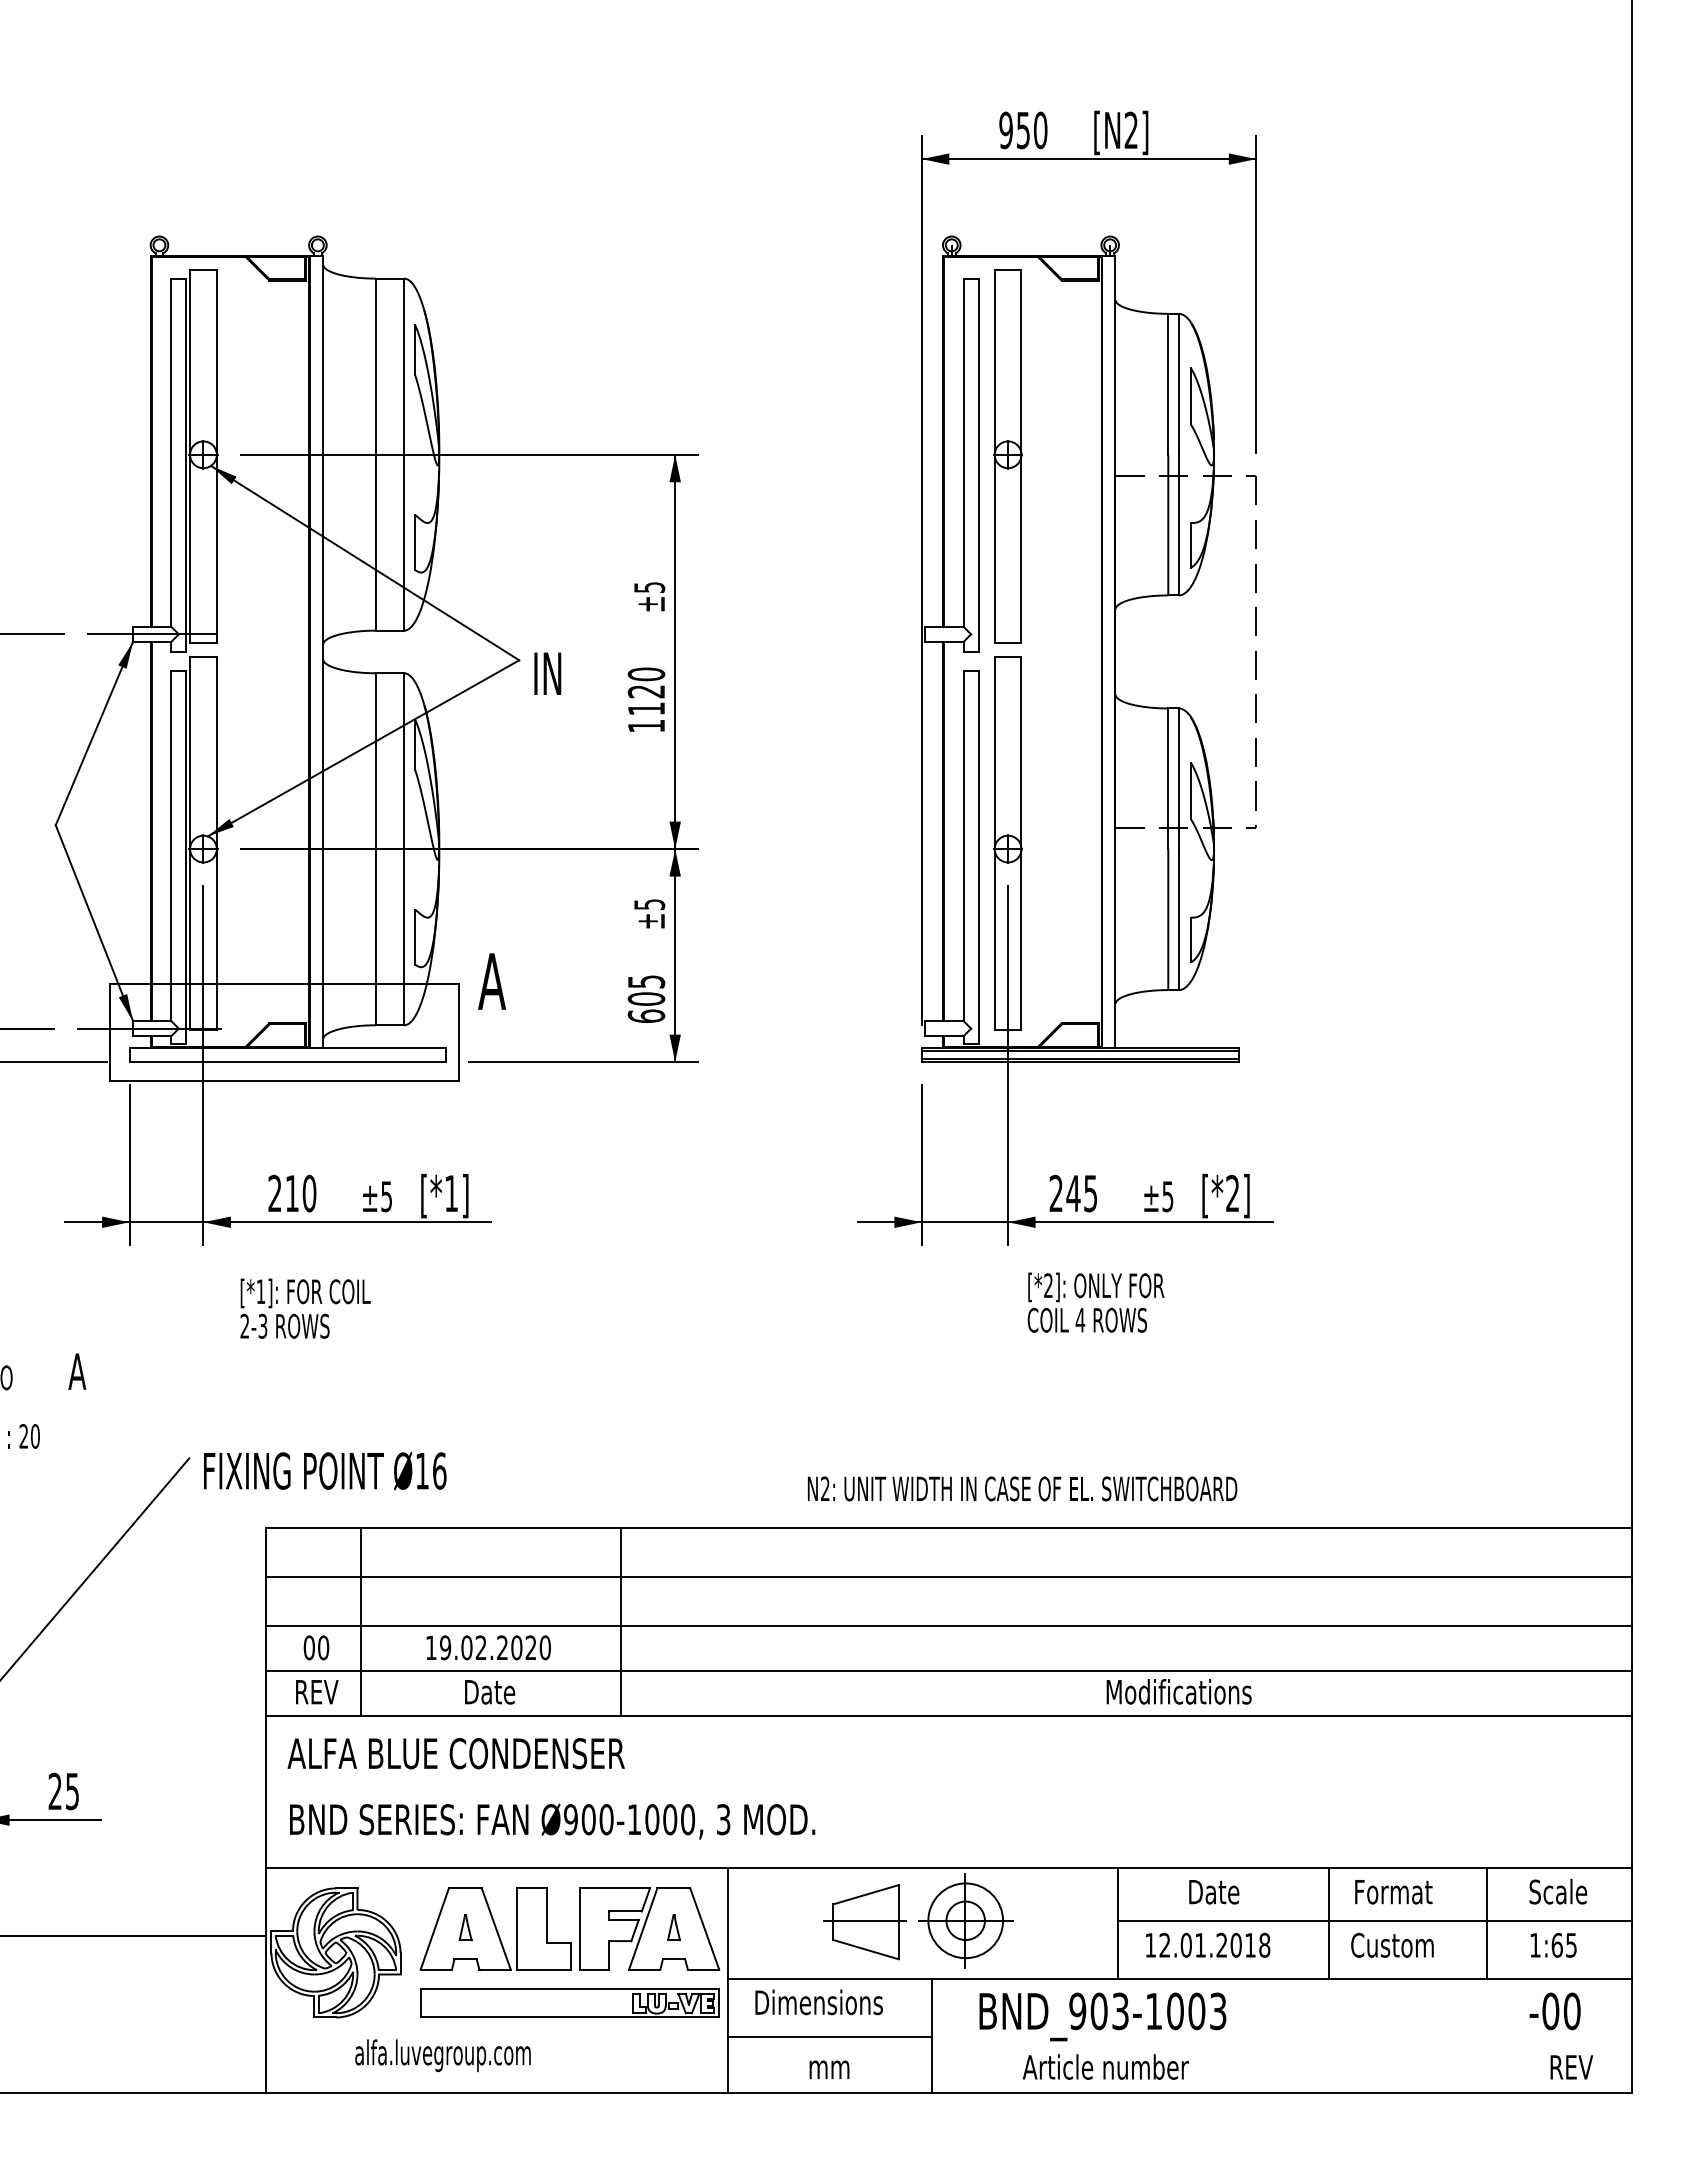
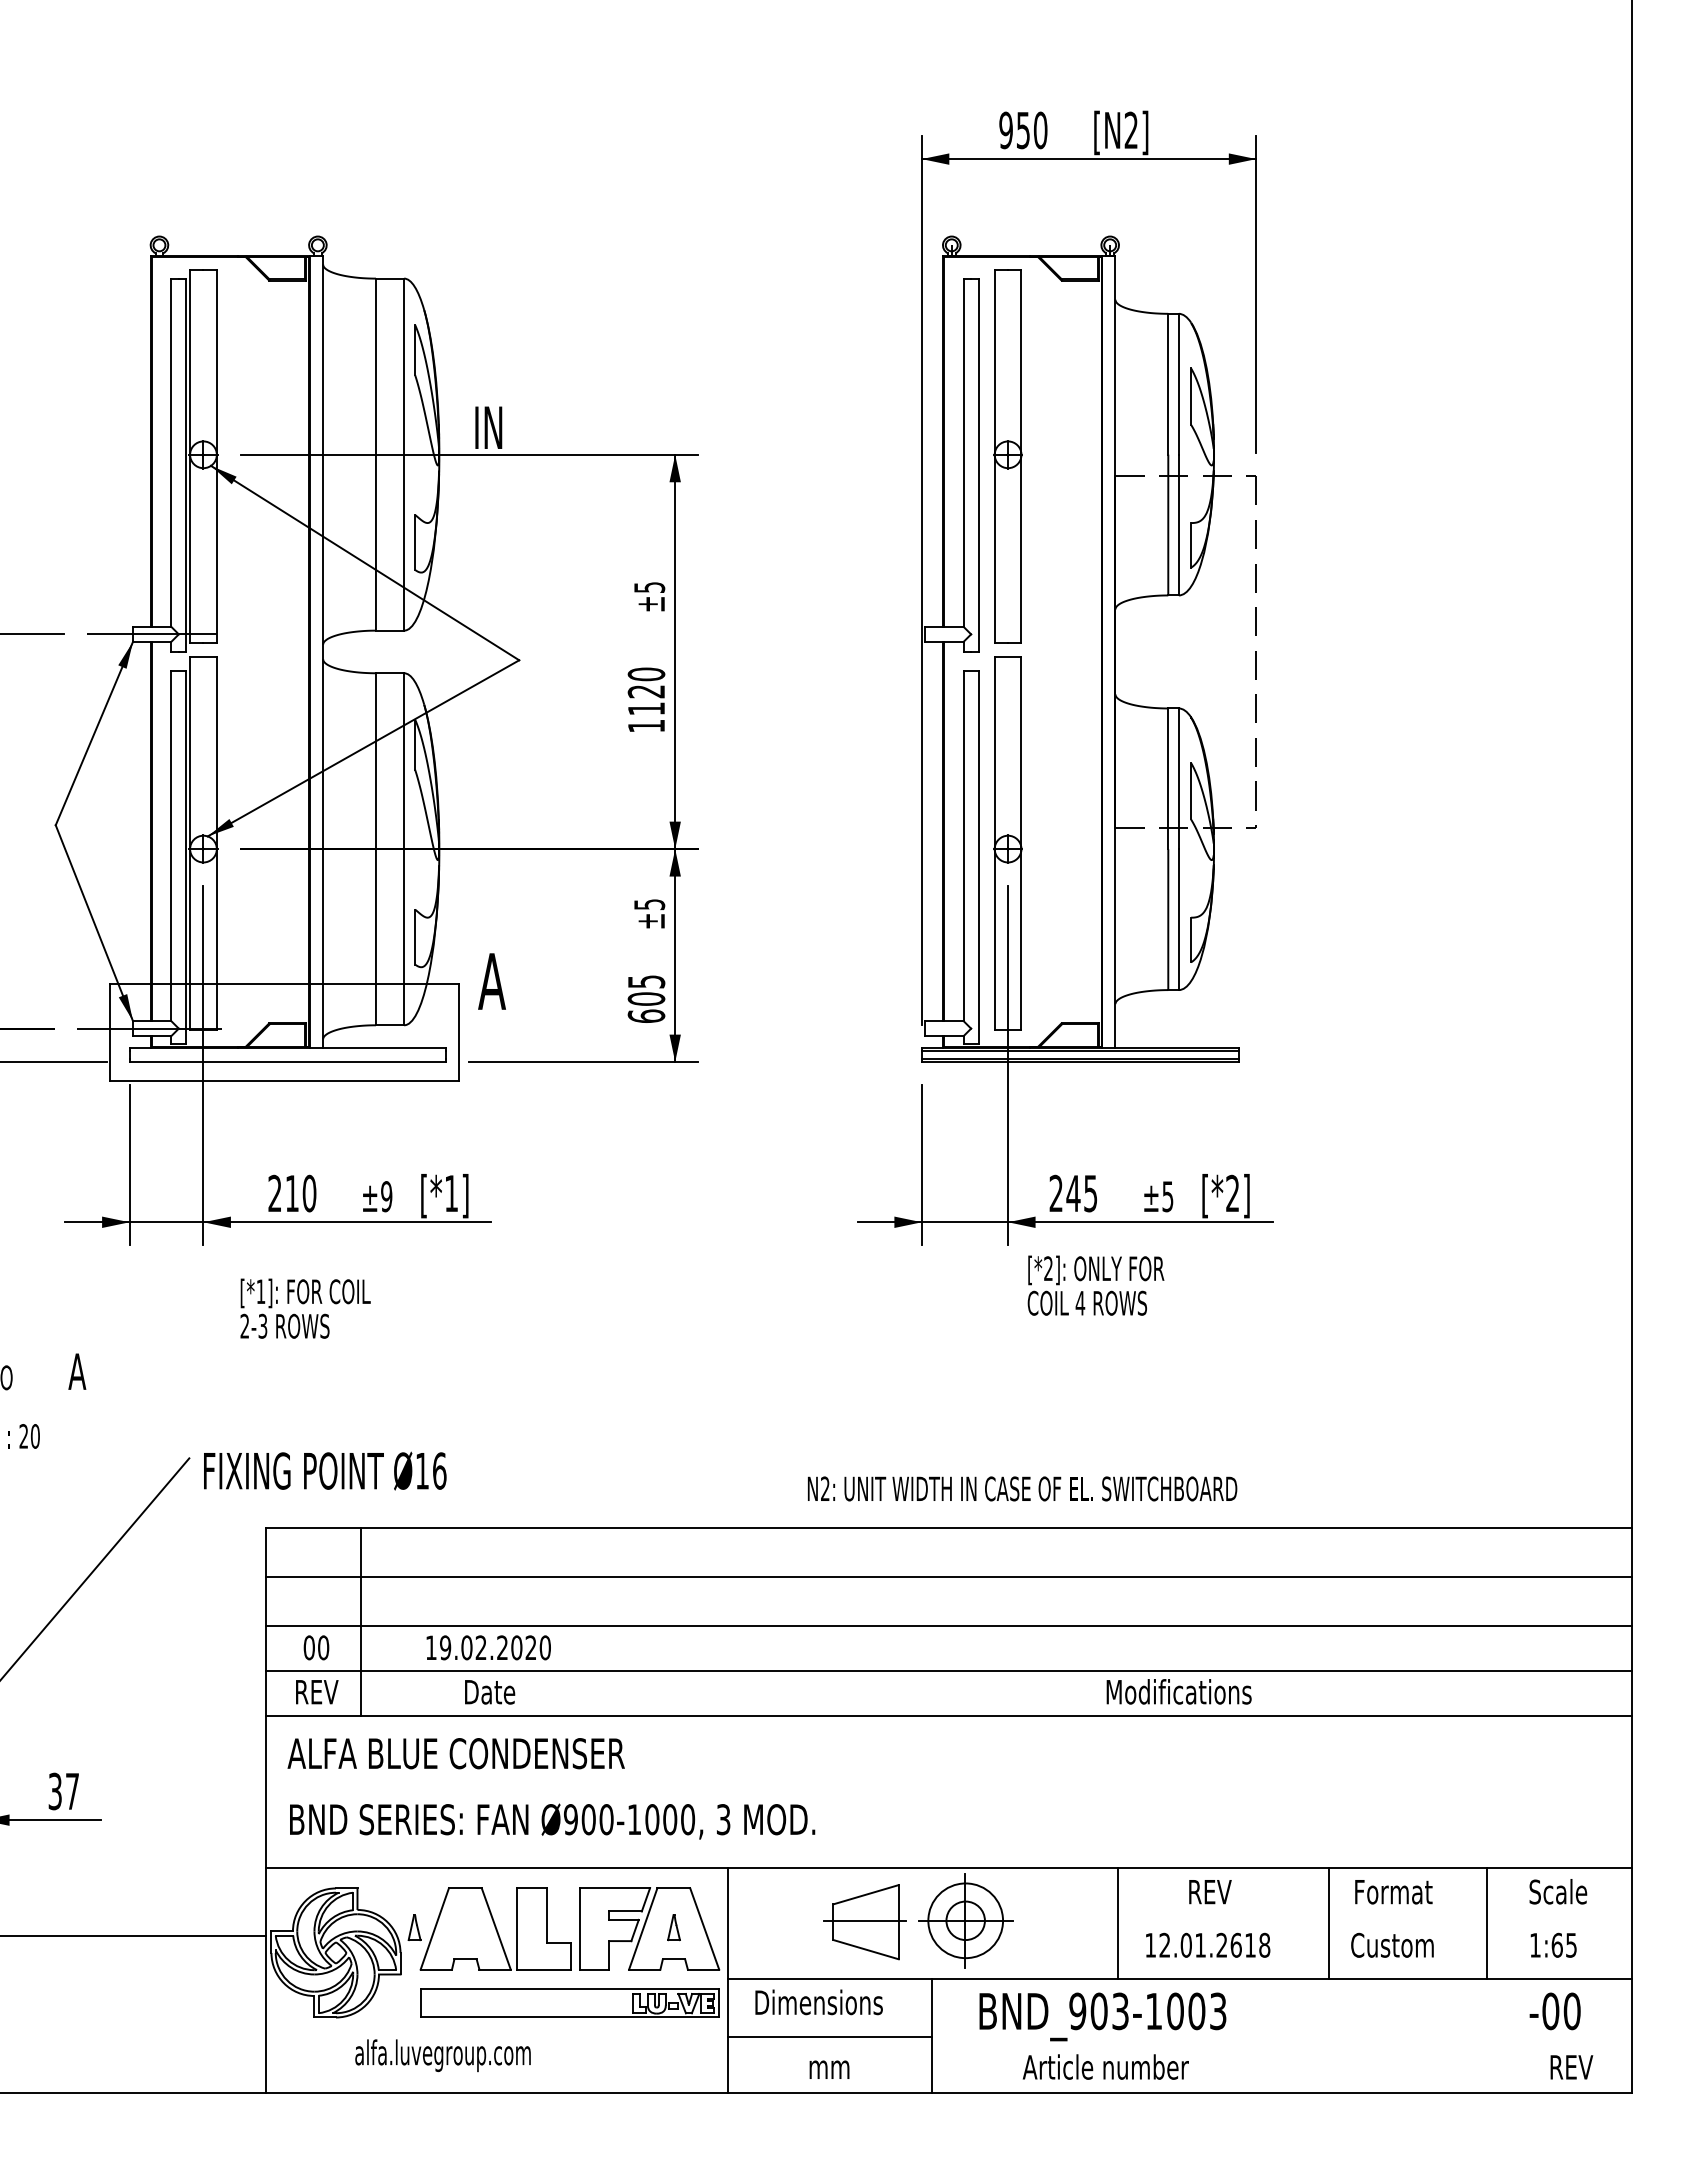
text at (547, 673) position: (547, 673) -> (488, 427)
text at (386, 1196): ±5 -> ±9
text at (1095, 1302) position: (1095, 1302) -> (1095, 1285)
line at (620, 1621): present -> none
text at (63, 1791): 25 -> 37
text at (1215, 1892): Date -> REV
line at (1374, 1920): present -> none
part at (465, 1927) position: (465, 1927) -> (414, 1927)
text at (1235, 1944): 12.01.2018 -> 12.01.2618
